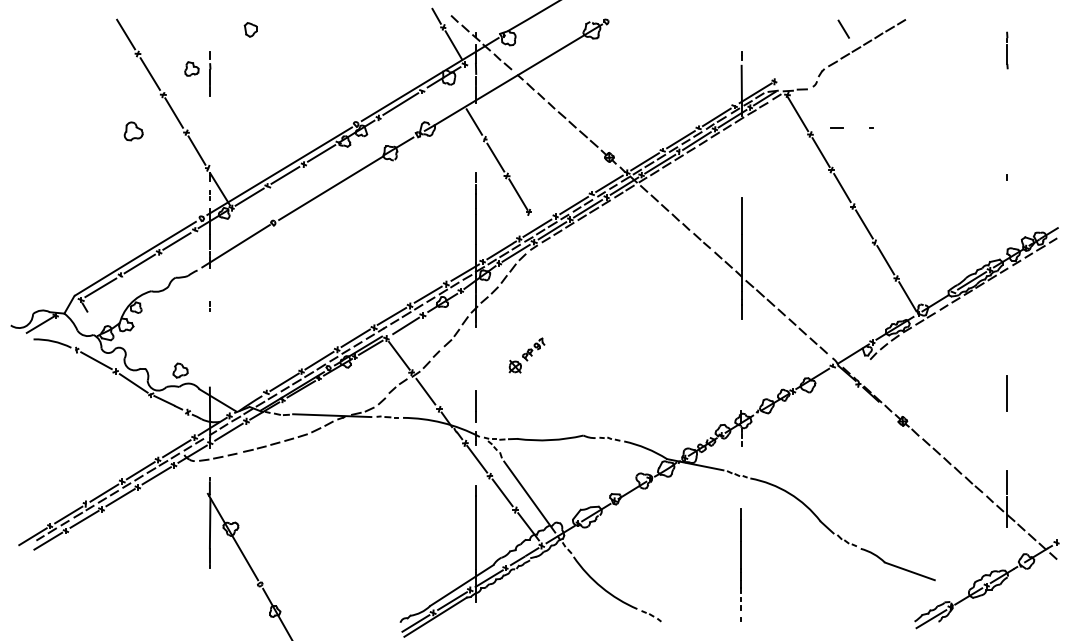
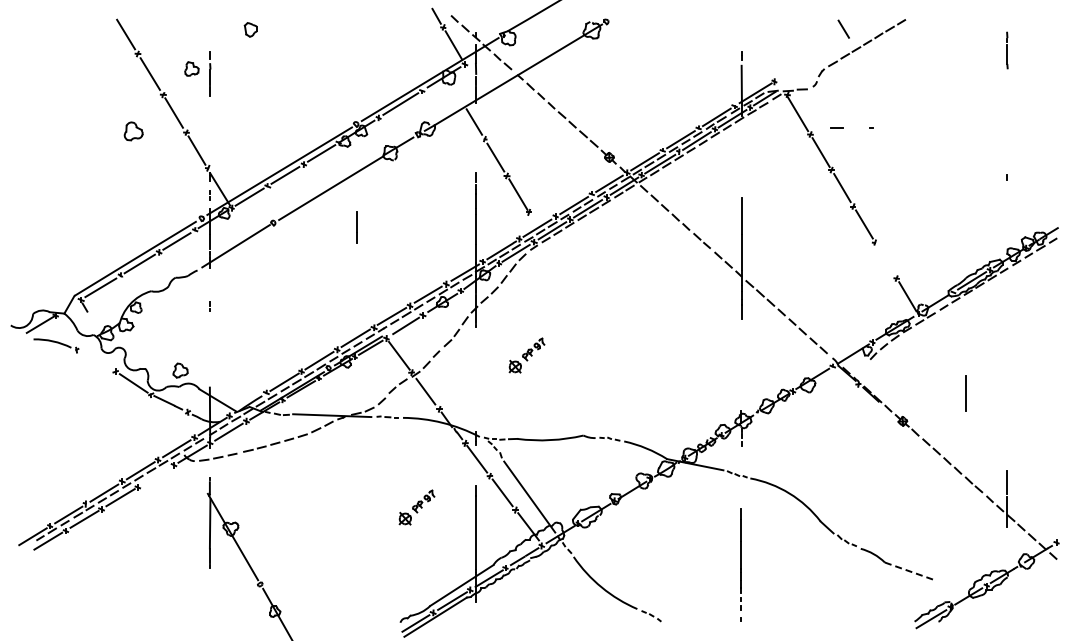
line at (885, 260): present -> none
line at (96, 360): present -> none
line at (1006, 393) position: (1006, 393) -> (965, 393)
line at (475, 406) position: (475, 406) -> (356, 227)
line at (156, 475): present -> none
part at (416, 507): none -> present
line at (910, 571): solid -> dashed
